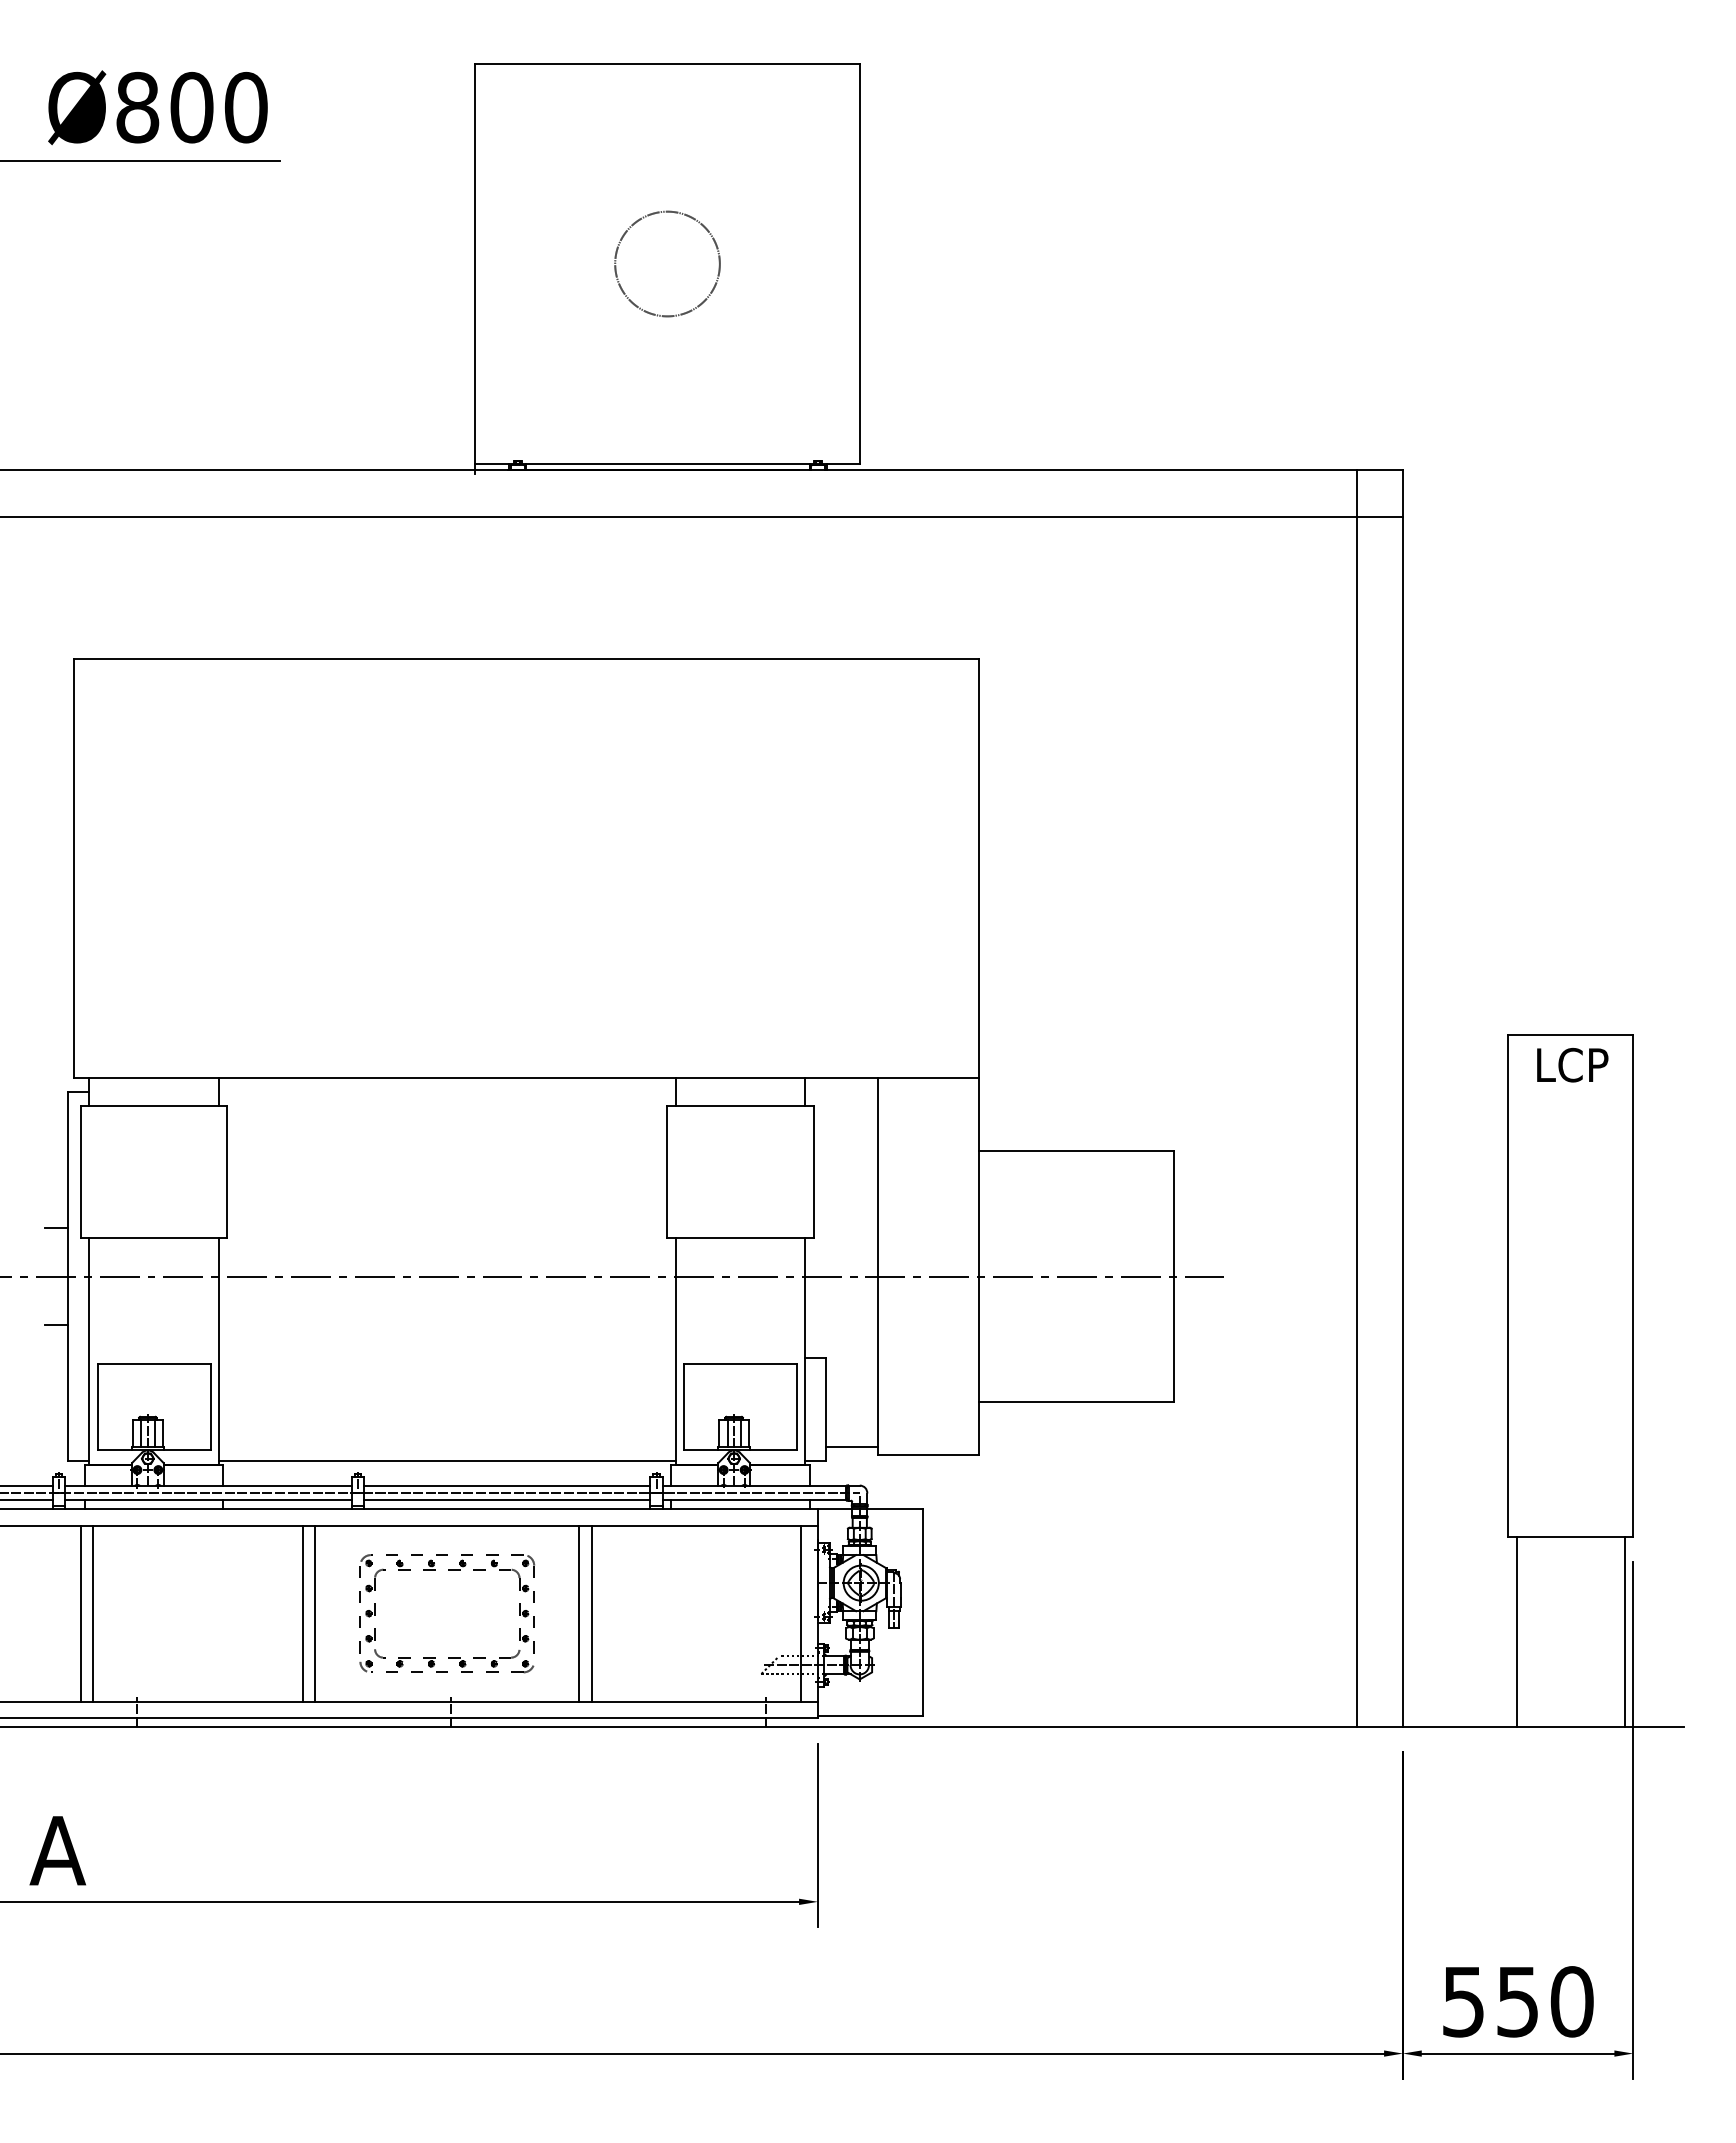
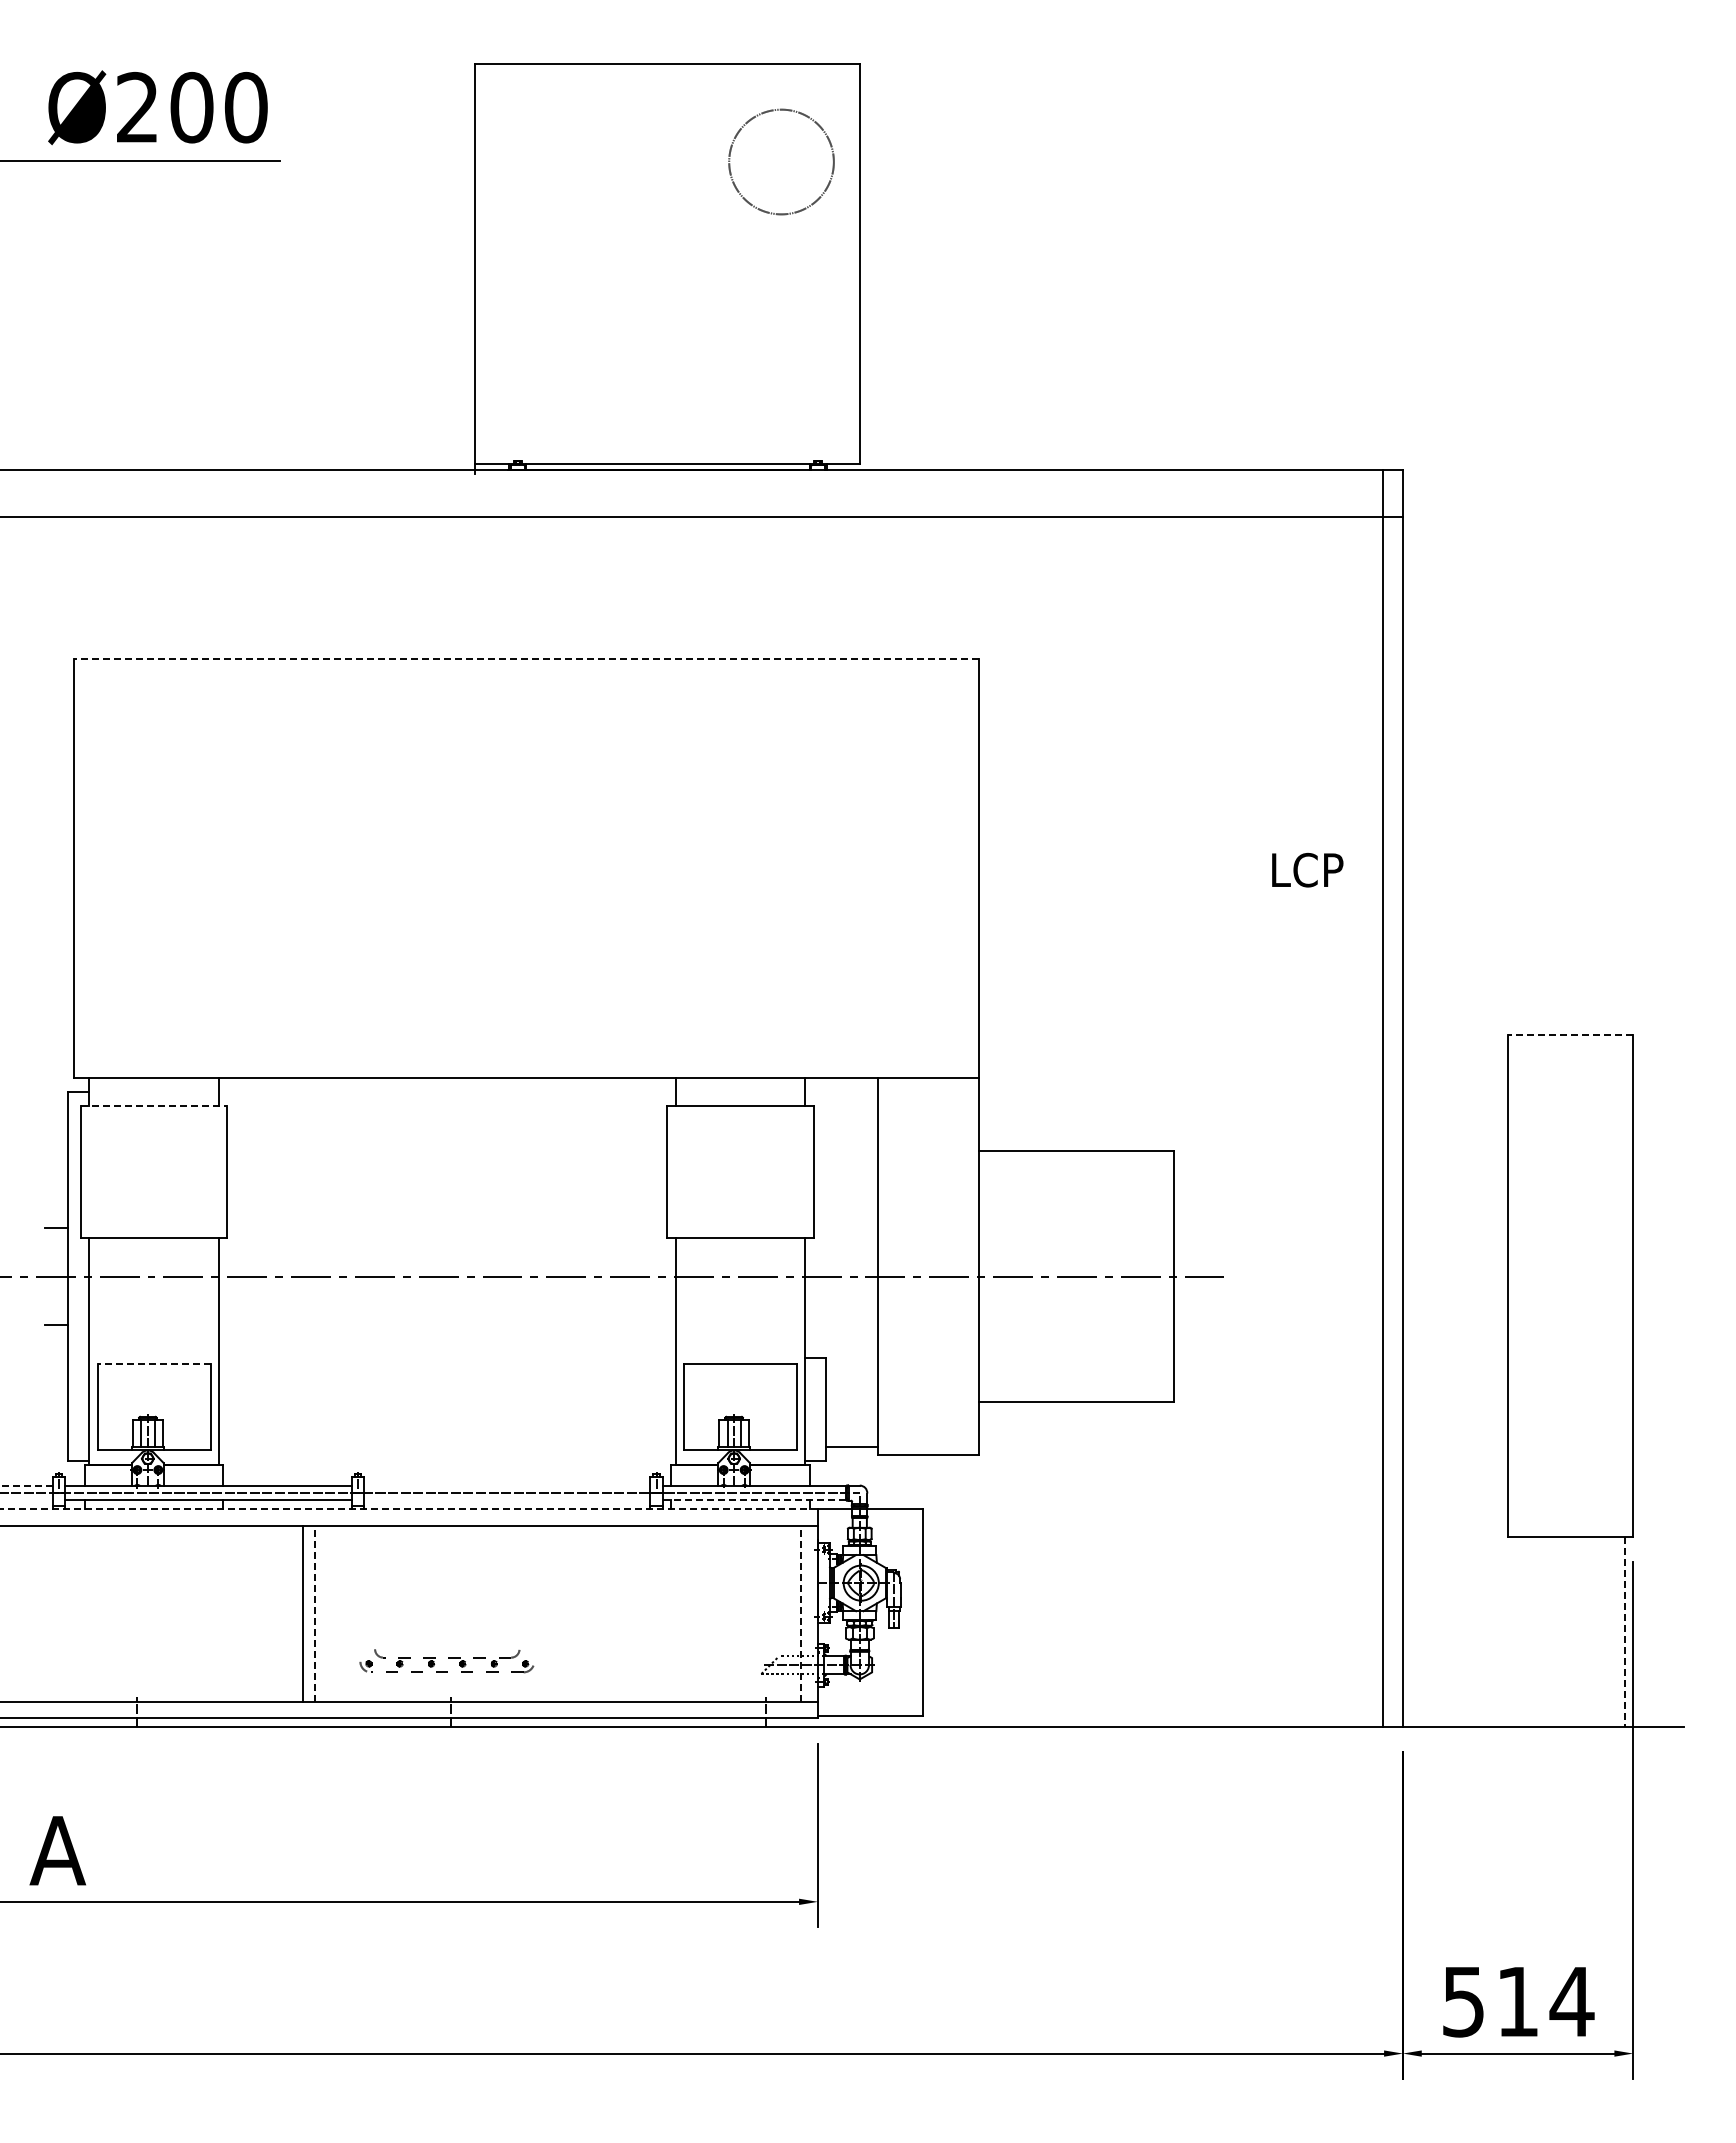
text at (137, 107): Ø800 -> Ø200
circle at (667, 263) position: (667, 263) -> (781, 161)
line at (526, 658): solid -> dashed
line at (1570, 1034): solid -> dashed
text at (1572, 1065) position: (1572, 1065) -> (1307, 870)
line at (1356, 1098) position: (1356, 1098) -> (1382, 1098)
line at (154, 1106): solid -> dashed
line at (154, 1363): solid -> dashed
line at (447, 1460): present -> none
line at (27, 1485): solid -> dashed
line at (507, 1485): present -> none
line at (27, 1500): present -> none
line at (507, 1500): present -> none
line at (754, 1500): solid -> dashed
line at (409, 1509): solid -> dashed
part at (448, 1570): present -> none
line at (80, 1613): present -> none
line at (93, 1613): present -> none
line at (315, 1613): solid -> dashed
line at (579, 1613): present -> none
line at (591, 1613): present -> none
line at (801, 1613): solid -> dashed
line at (1517, 1631): present -> none
line at (1625, 1631): solid -> dashed
text at (1545, 2001): 550 -> 514
